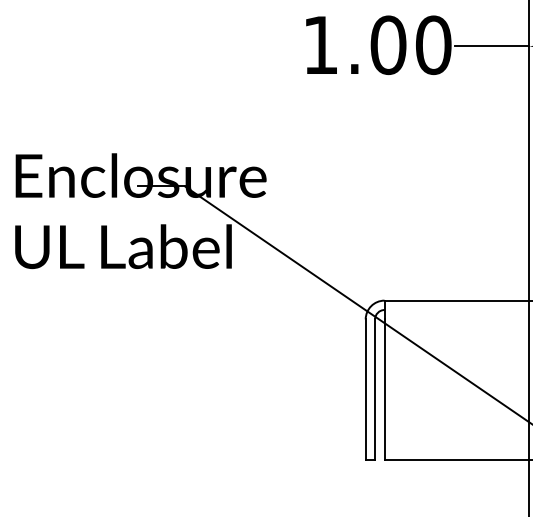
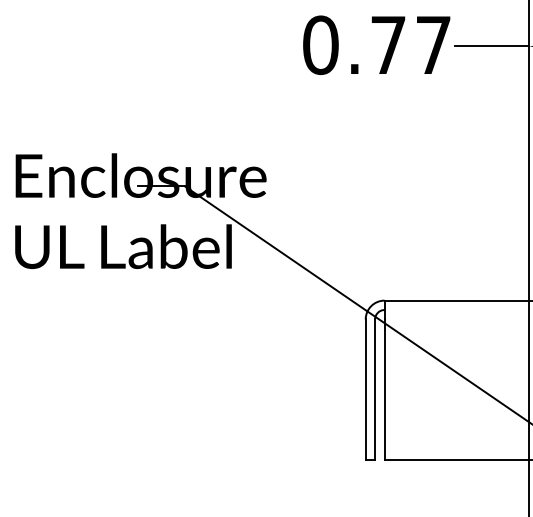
text at (377, 45): 1.00 -> 0.77
